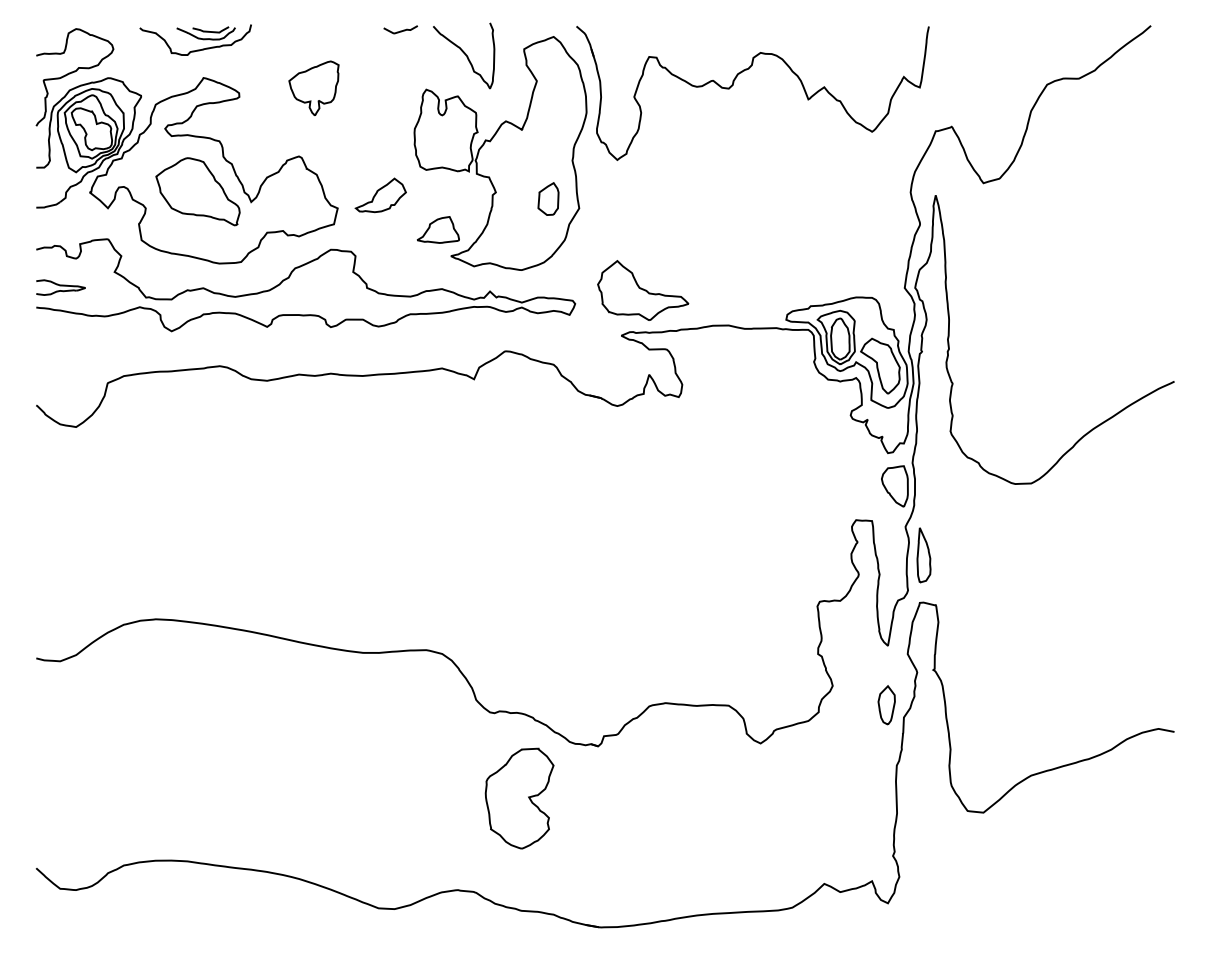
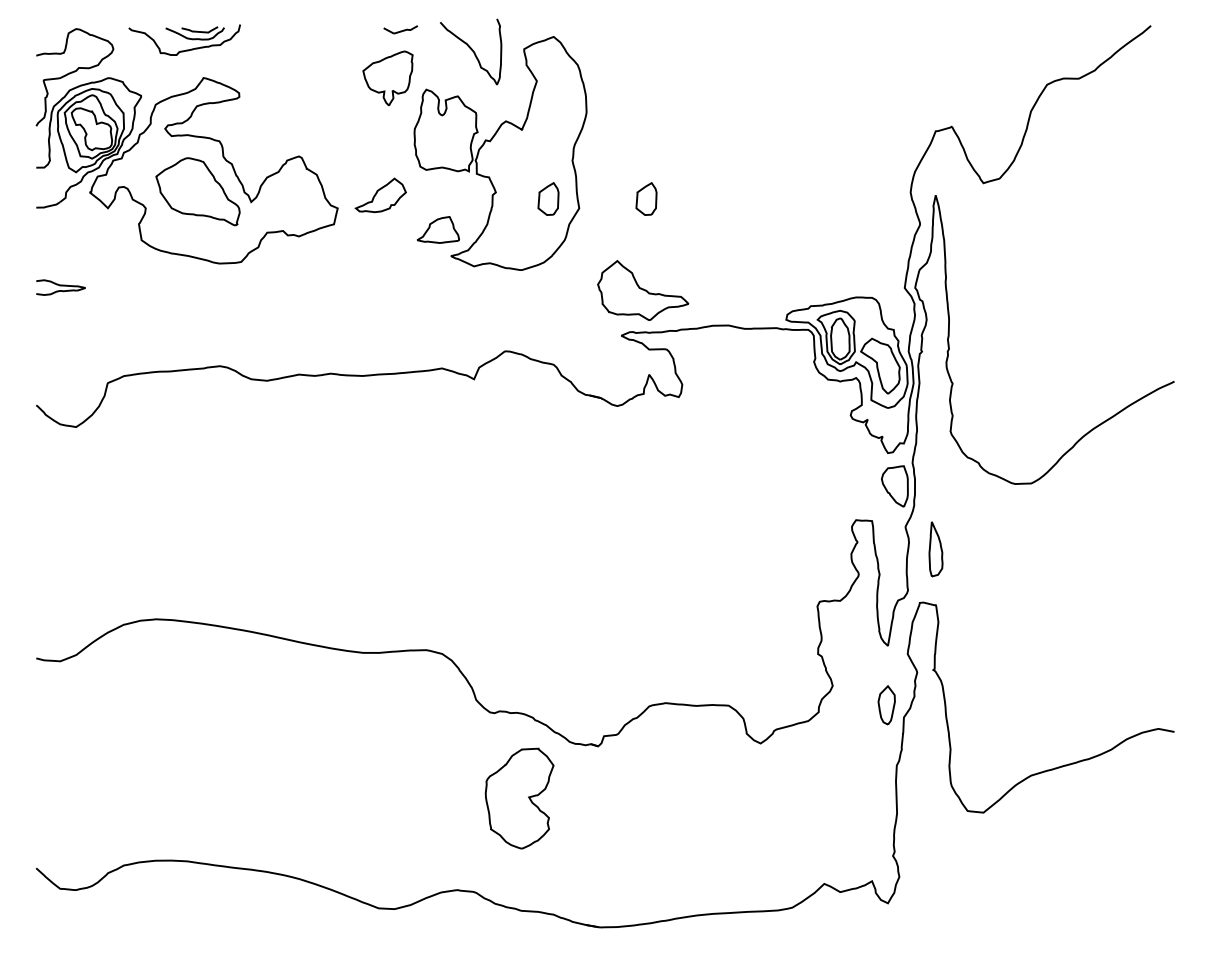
part at (195, 39) position: (195, 39) -> (184, 39)
curve at (464, 54) position: (464, 54) -> (471, 50)
part at (733, 85): present -> none
part at (313, 88) position: (313, 88) -> (387, 78)
part at (646, 198): none -> present
curve at (290, 276): present -> none
part at (923, 555) position: (923, 555) -> (935, 549)
